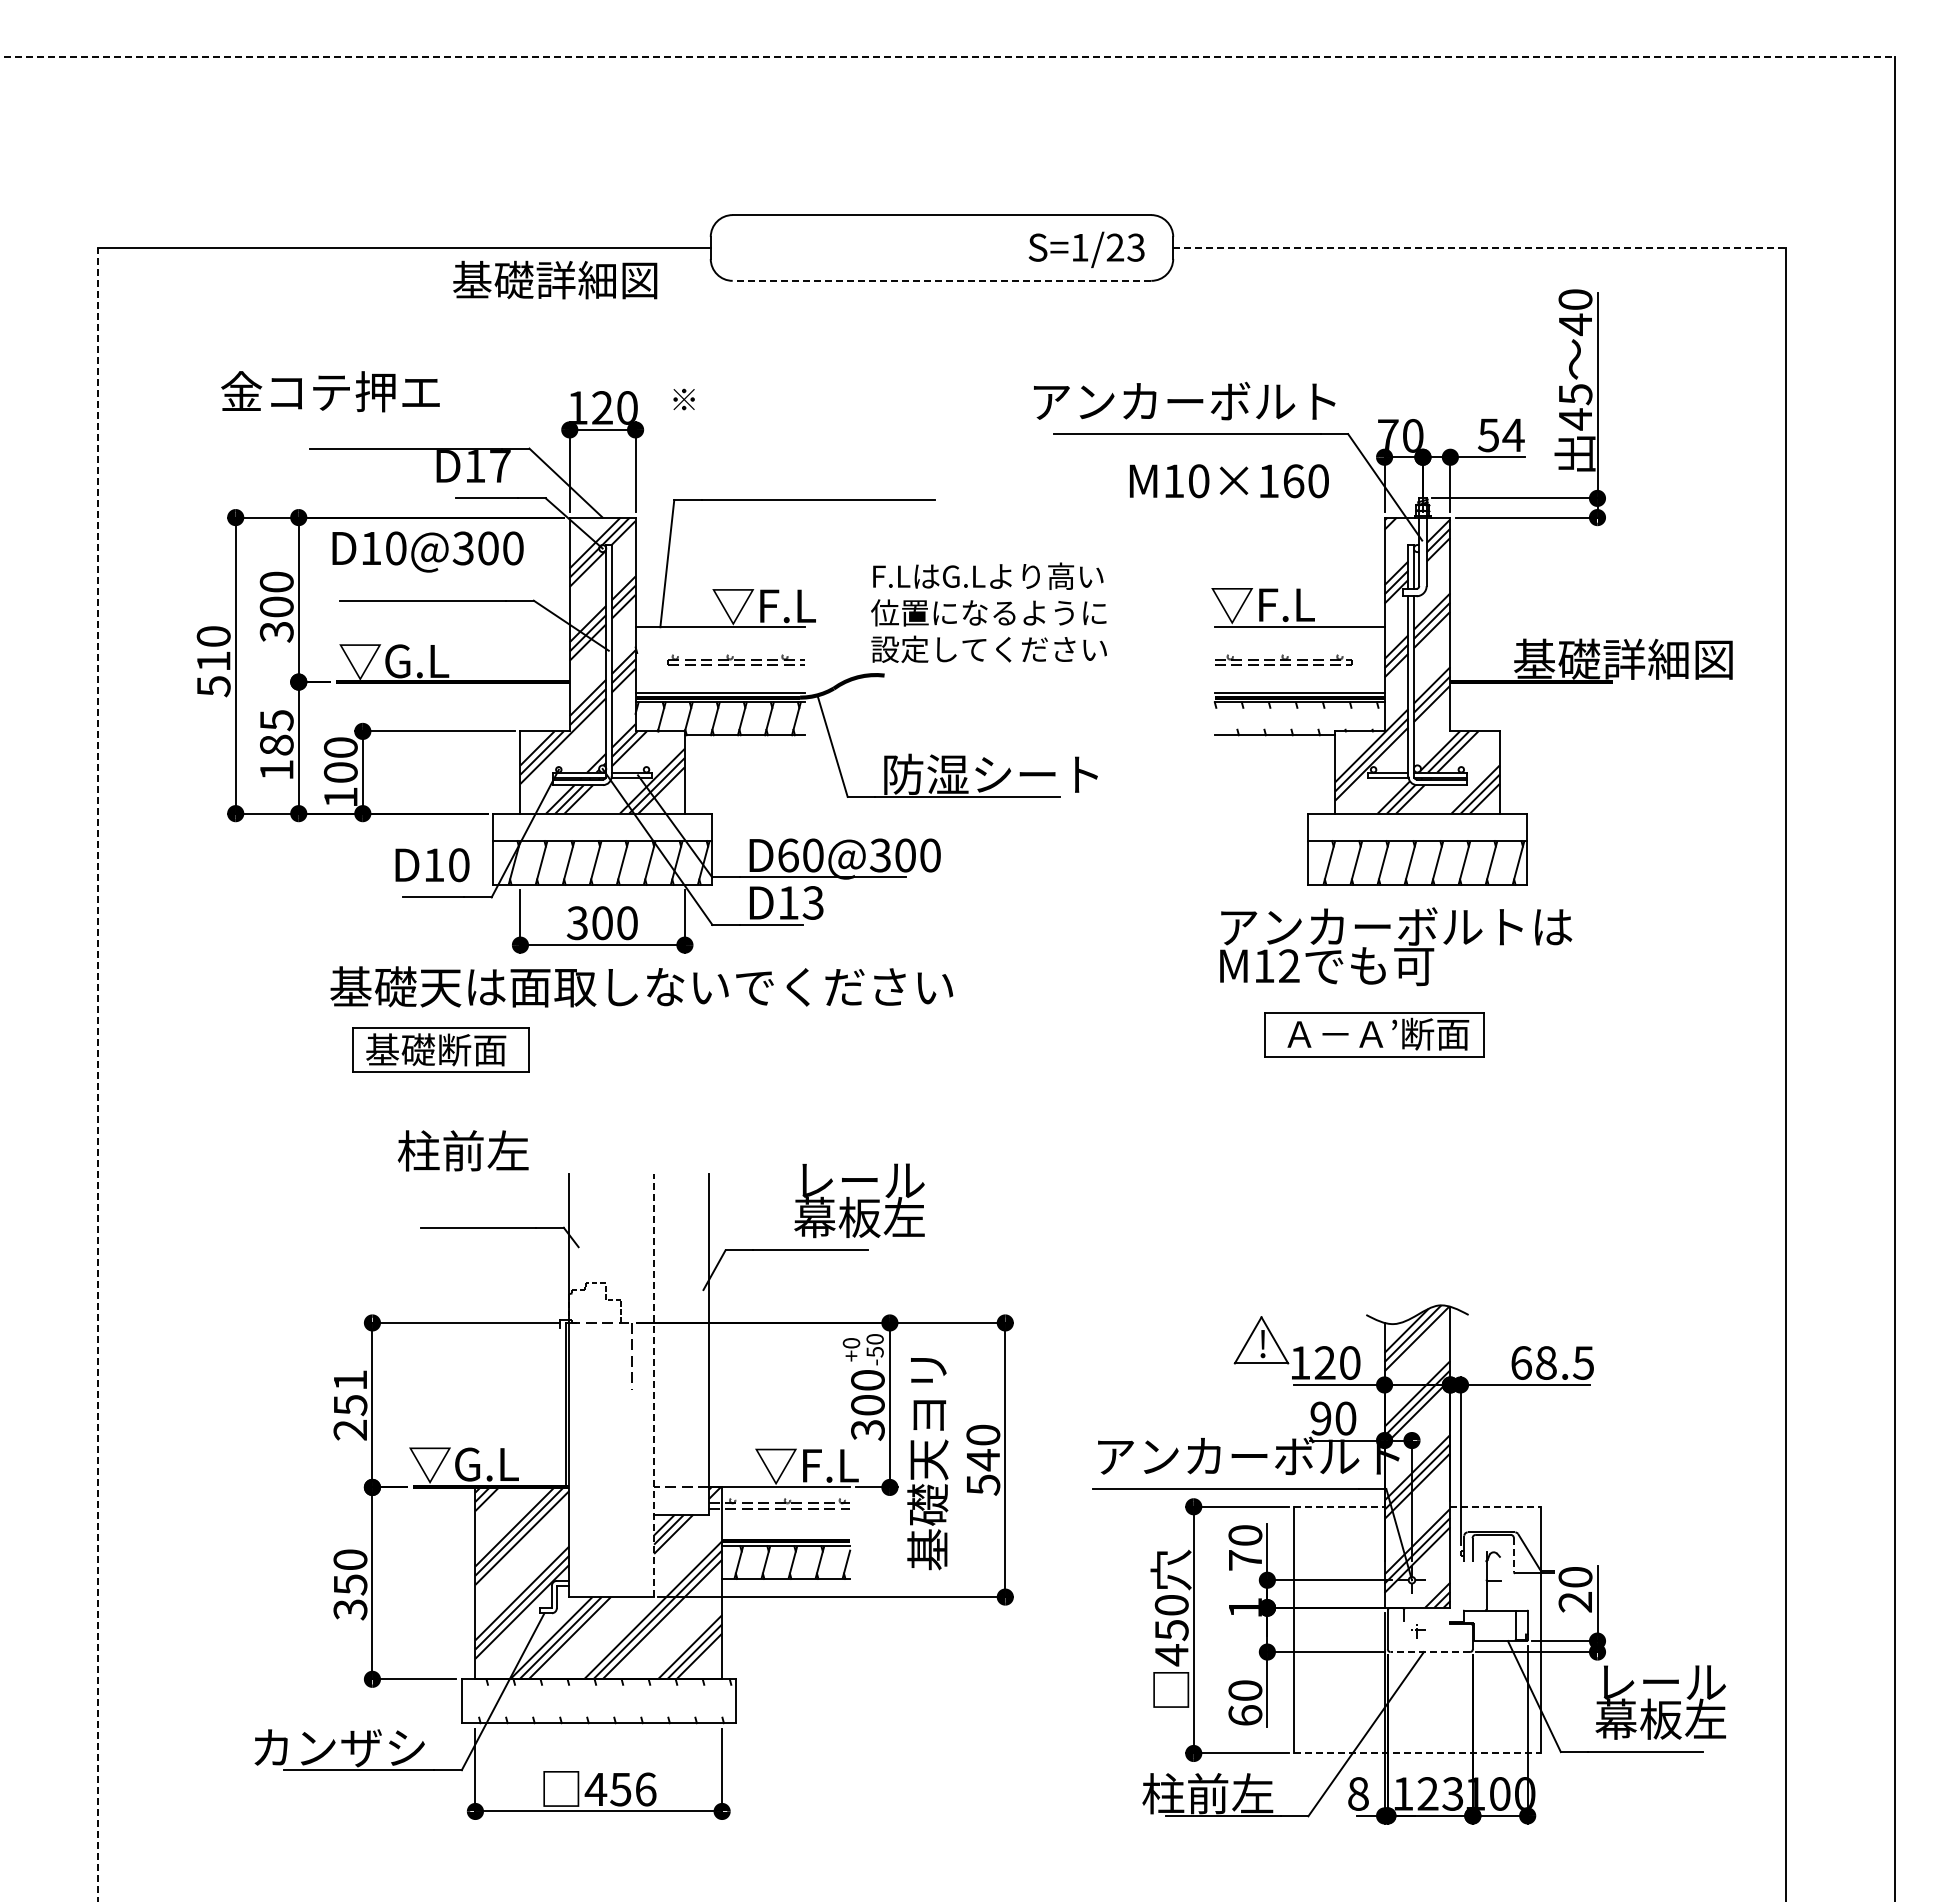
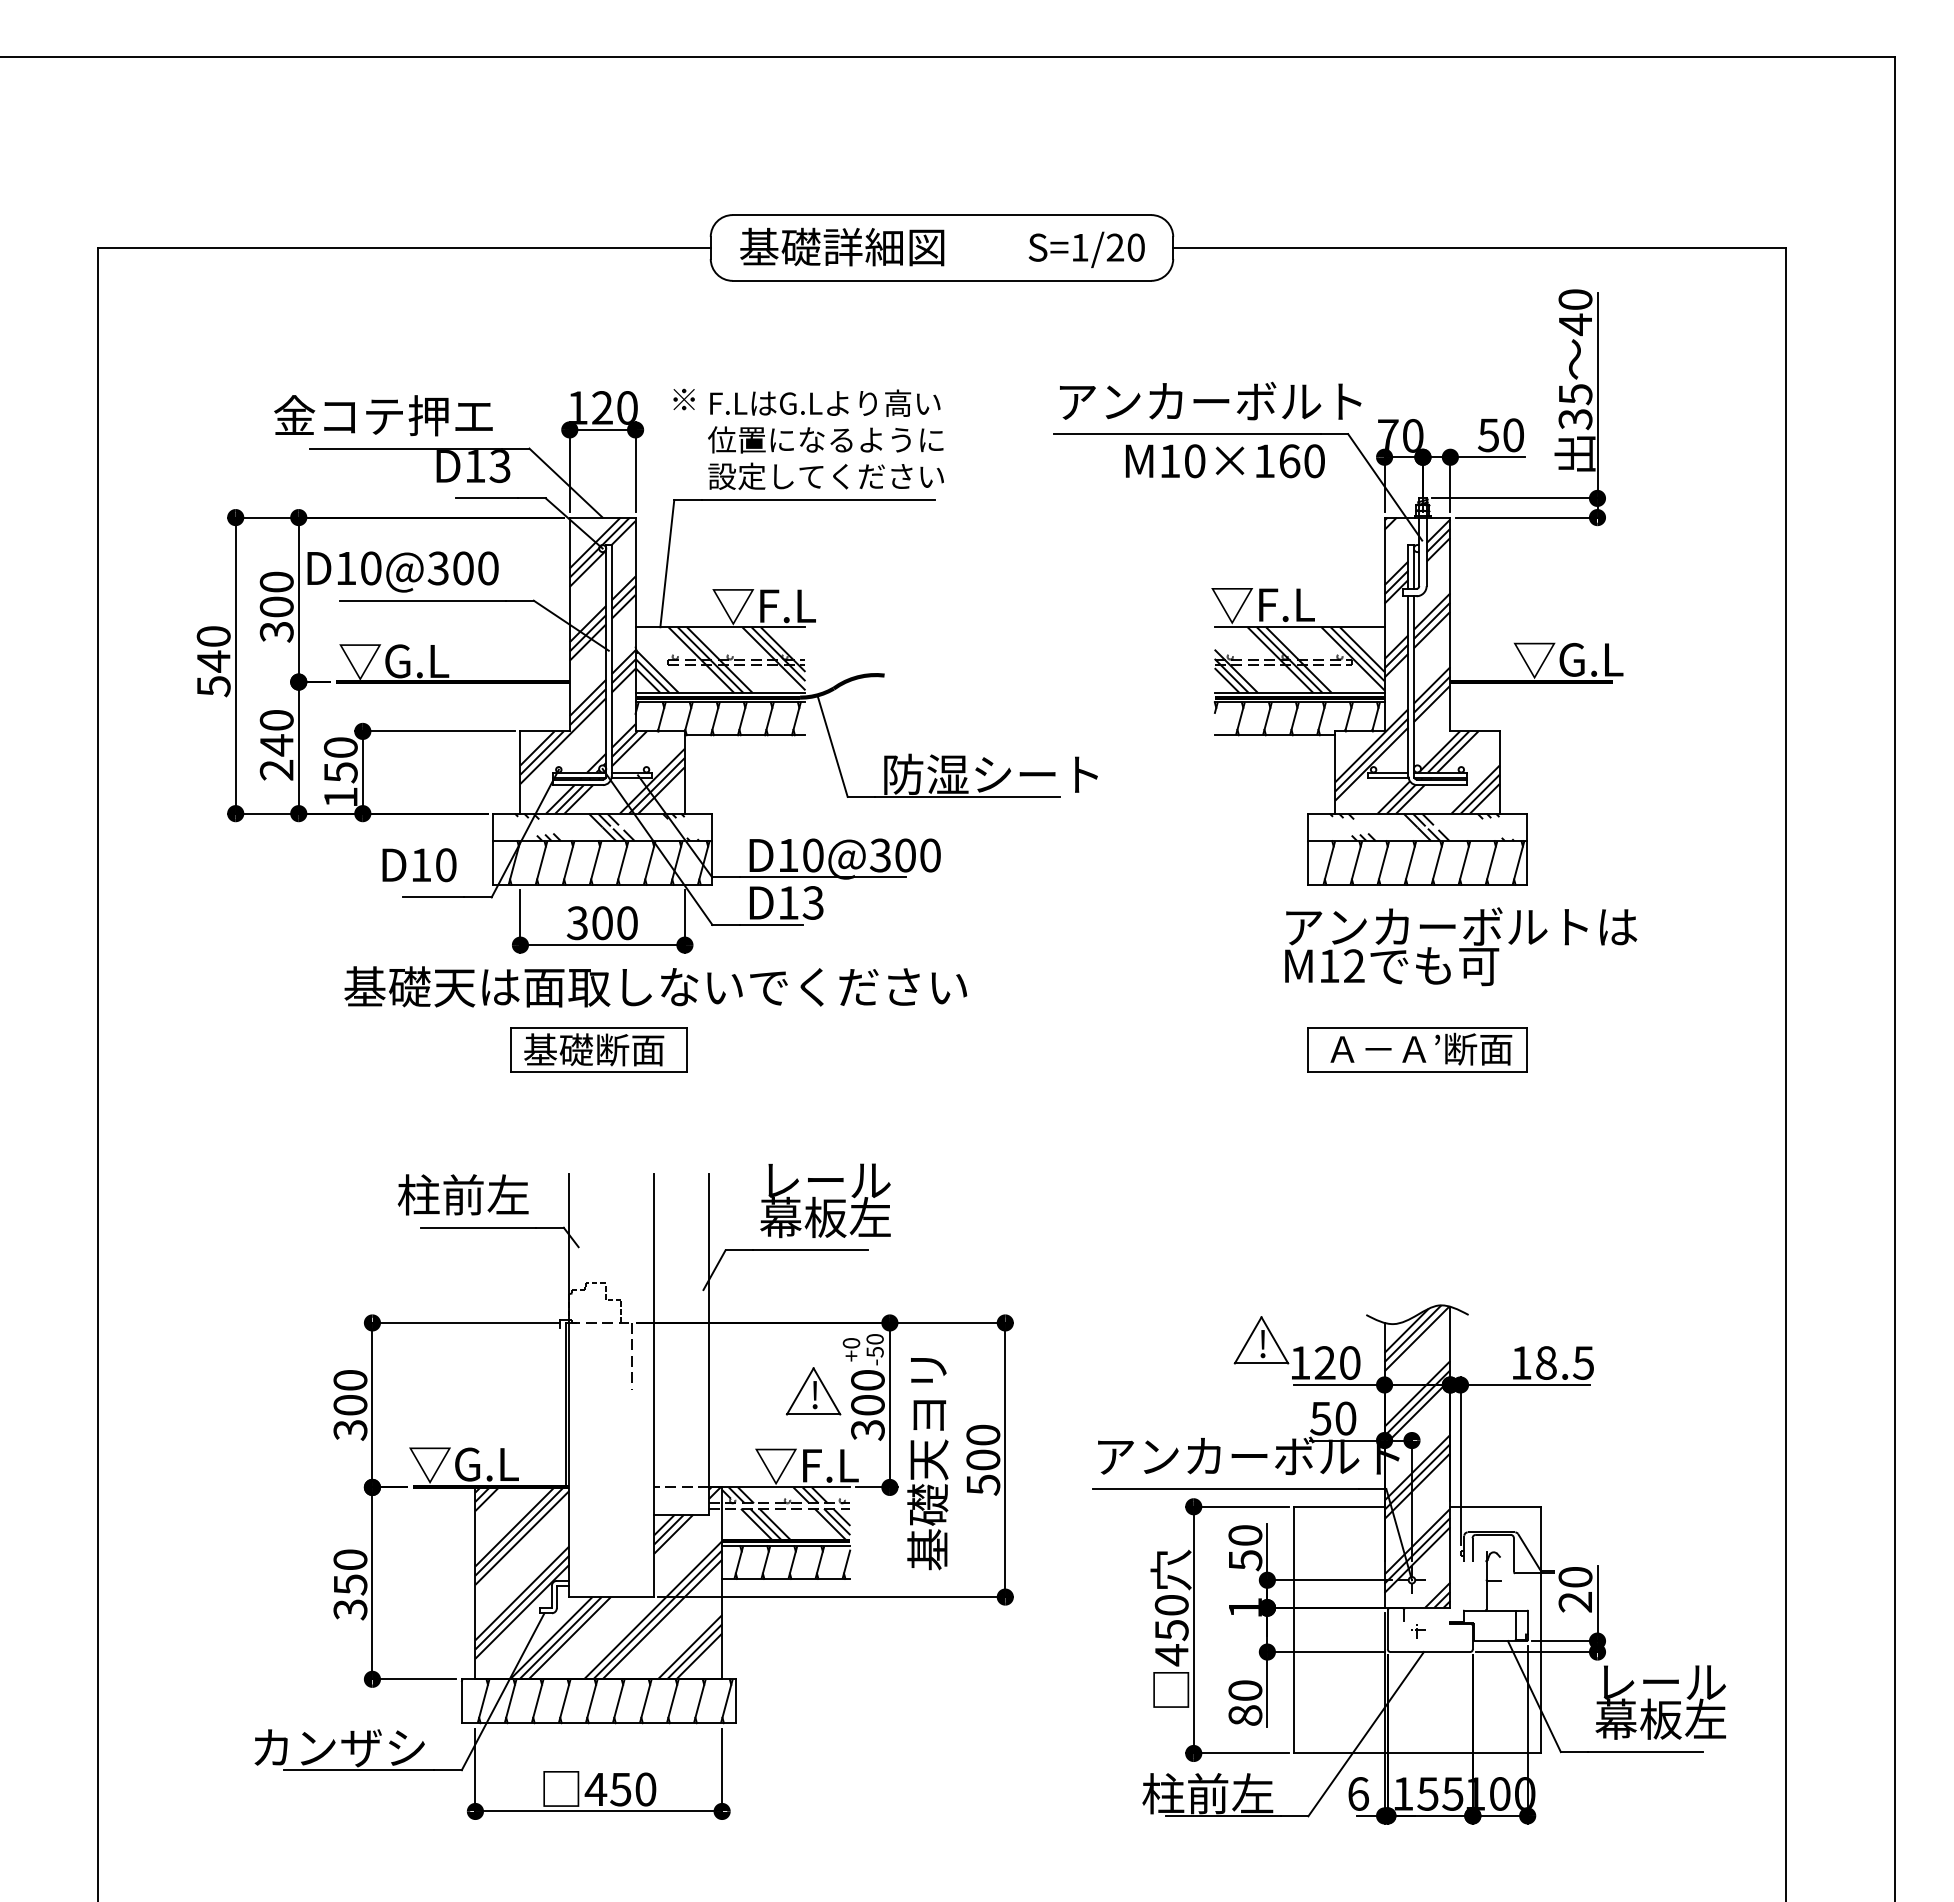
line at (948, 57): dashed -> solid
text at (1135, 247): S=1/23 -> S=1/20
line at (1479, 247): dashed -> solid
text at (555, 279) position: (555, 279) -> (842, 246)
line at (941, 280): dashed -> solid
text at (330, 391) position: (330, 391) -> (383, 415)
text at (1184, 400) position: (1184, 400) -> (1210, 400)
text at (1575, 419): 45 -> 35
text at (1513, 435): 54 -> 50
text at (499, 466): D17 -> D13
text at (1229, 481) position: (1229, 481) -> (1225, 461)
text at (427, 551) position: (427, 551) -> (402, 571)
text at (988, 612) position: (988, 612) -> (825, 439)
text at (1622, 658): 基礎詳細図 -> ▽G.L
hatch at (720, 660): none -> present
hatch at (1299, 660): none -> present
text at (213, 661): 510 -> 540
hatch at (1296, 718): none -> present
text at (276, 745): 185 -> 240
text at (340, 772): 100 -> 150
hatch at (611, 827): none -> present
hatch at (1426, 827): none -> present
text at (788, 855): D60@300 -> D10@300
text at (432, 865) position: (432, 865) -> (419, 865)
text at (1396, 946) position: (1396, 946) -> (1461, 946)
text at (641, 986) position: (641, 986) -> (655, 986)
part at (1374, 1034) position: (1374, 1034) -> (1417, 1049)
part at (440, 1049) position: (440, 1049) -> (598, 1049)
line at (98, 1074): dashed -> solid
text at (462, 1150) position: (462, 1150) -> (462, 1194)
text at (859, 1200) position: (859, 1200) -> (825, 1200)
text at (1521, 1362): 68.5 -> 18.5
line at (654, 1385): dashed -> solid
part at (813, 1391): none -> present
text at (350, 1405): 251 -> 300
text at (1320, 1418): 90 -> 50
text at (983, 1460): 540 -> 500
line at (1339, 1506): dashed -> solid
line at (1496, 1506): dashed -> solid
hatch at (786, 1514): none -> present
line at (1513, 1555): dashed -> solid
text at (1245, 1560): 70 -> 50
line at (1430, 1652): dashed -> solid
hatch at (596, 1701): none -> present
text at (1245, 1715): 60 -> 80
line at (1417, 1753): dashed -> solid
text at (645, 1789): 456 -> 450
text at (1358, 1793): 8 -> 6
text at (1440, 1793): 123 -> 155
